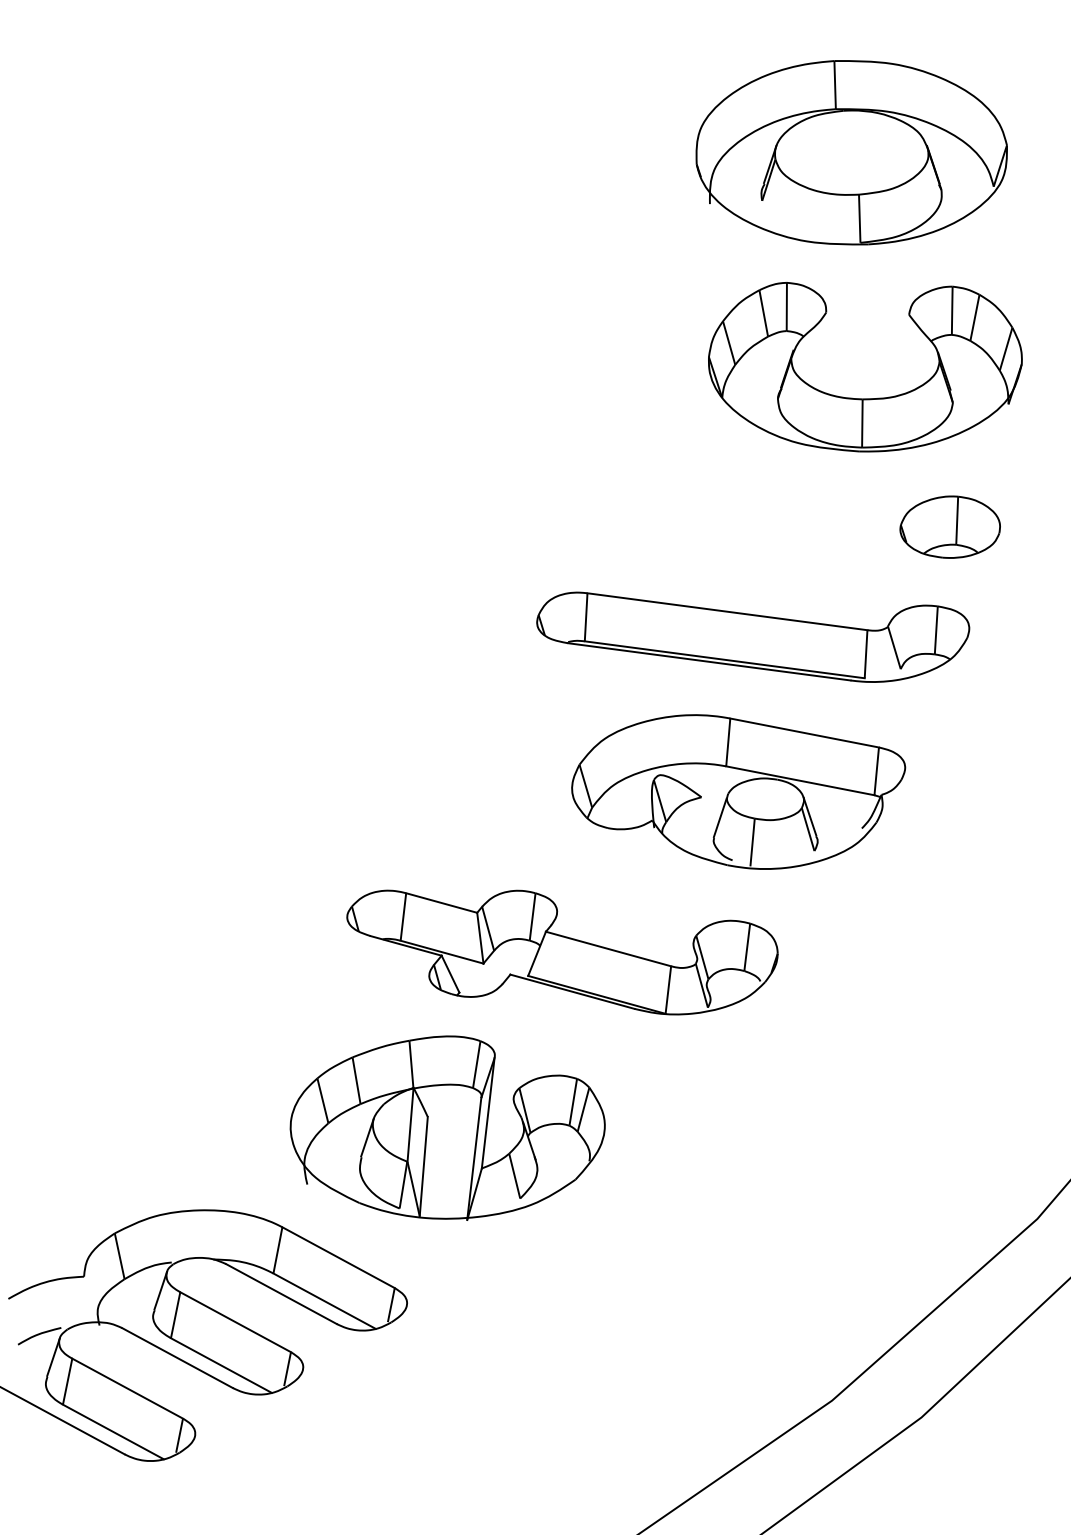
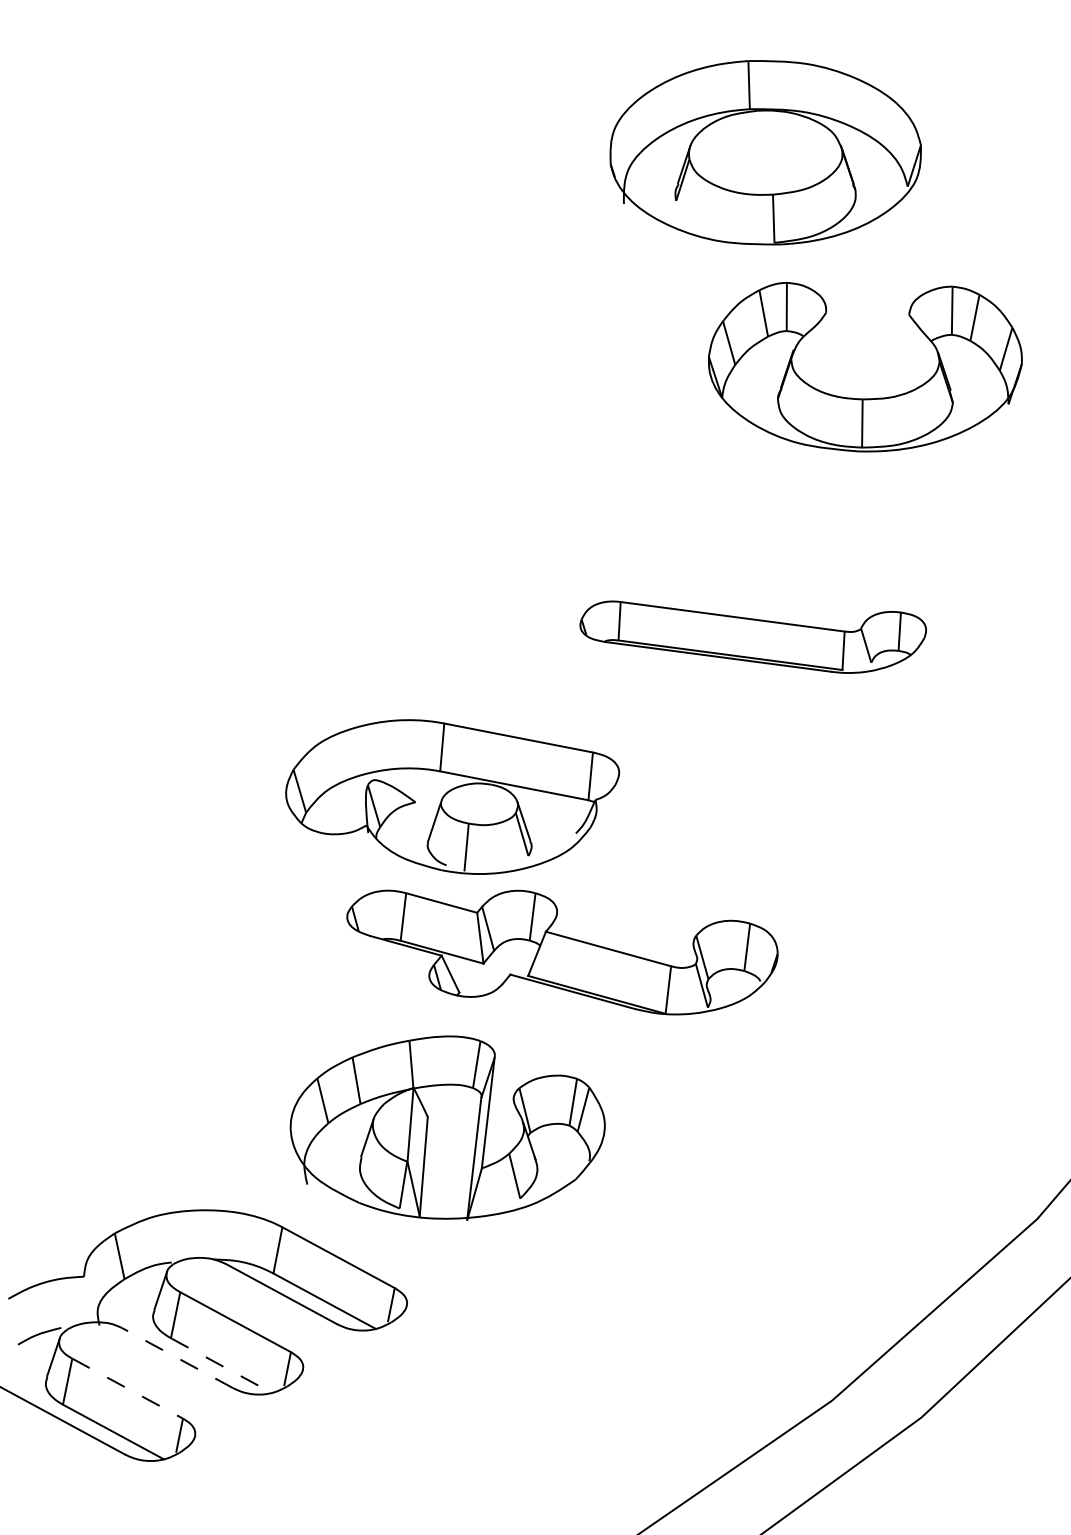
part at (851, 152) position: (851, 152) -> (765, 152)
part at (949, 526): present -> none
part at (753, 636) size: 435x92 px -> 348x74 px
part at (738, 791) position: (738, 791) -> (452, 796)
line at (177, 1358): solid -> dashed
line at (221, 1365): solid -> dashed
line at (127, 1388): solid -> dashed
